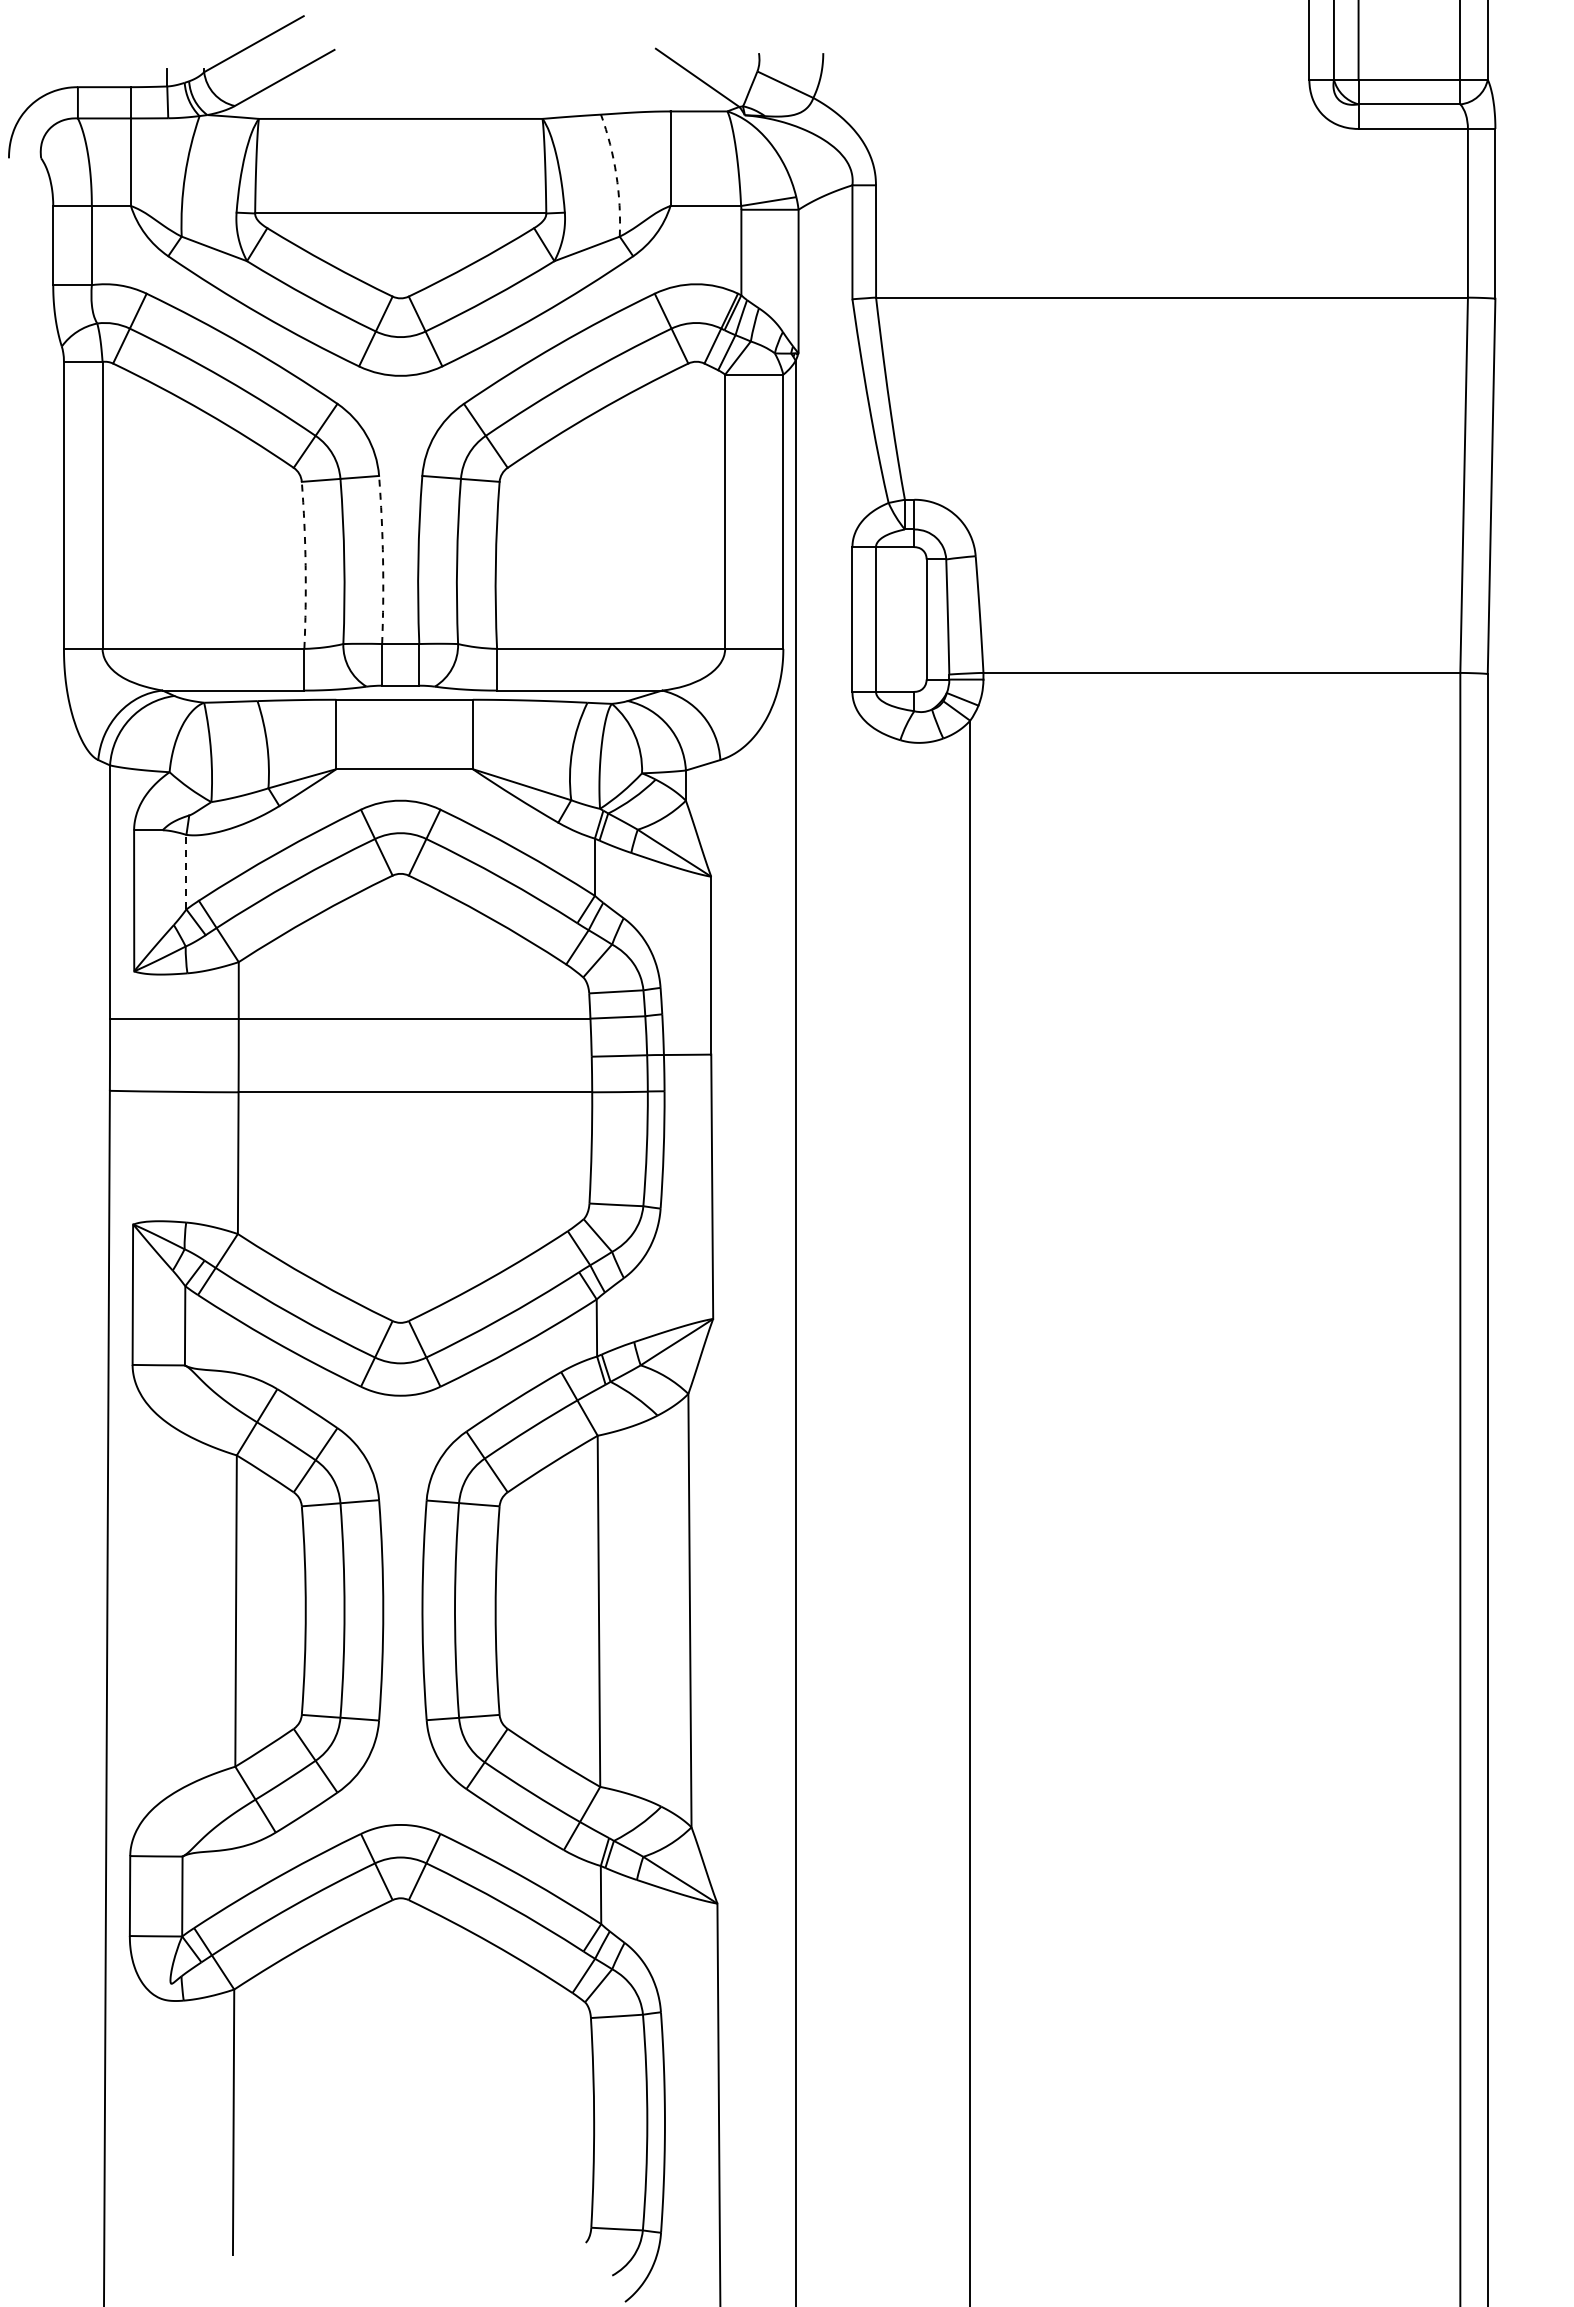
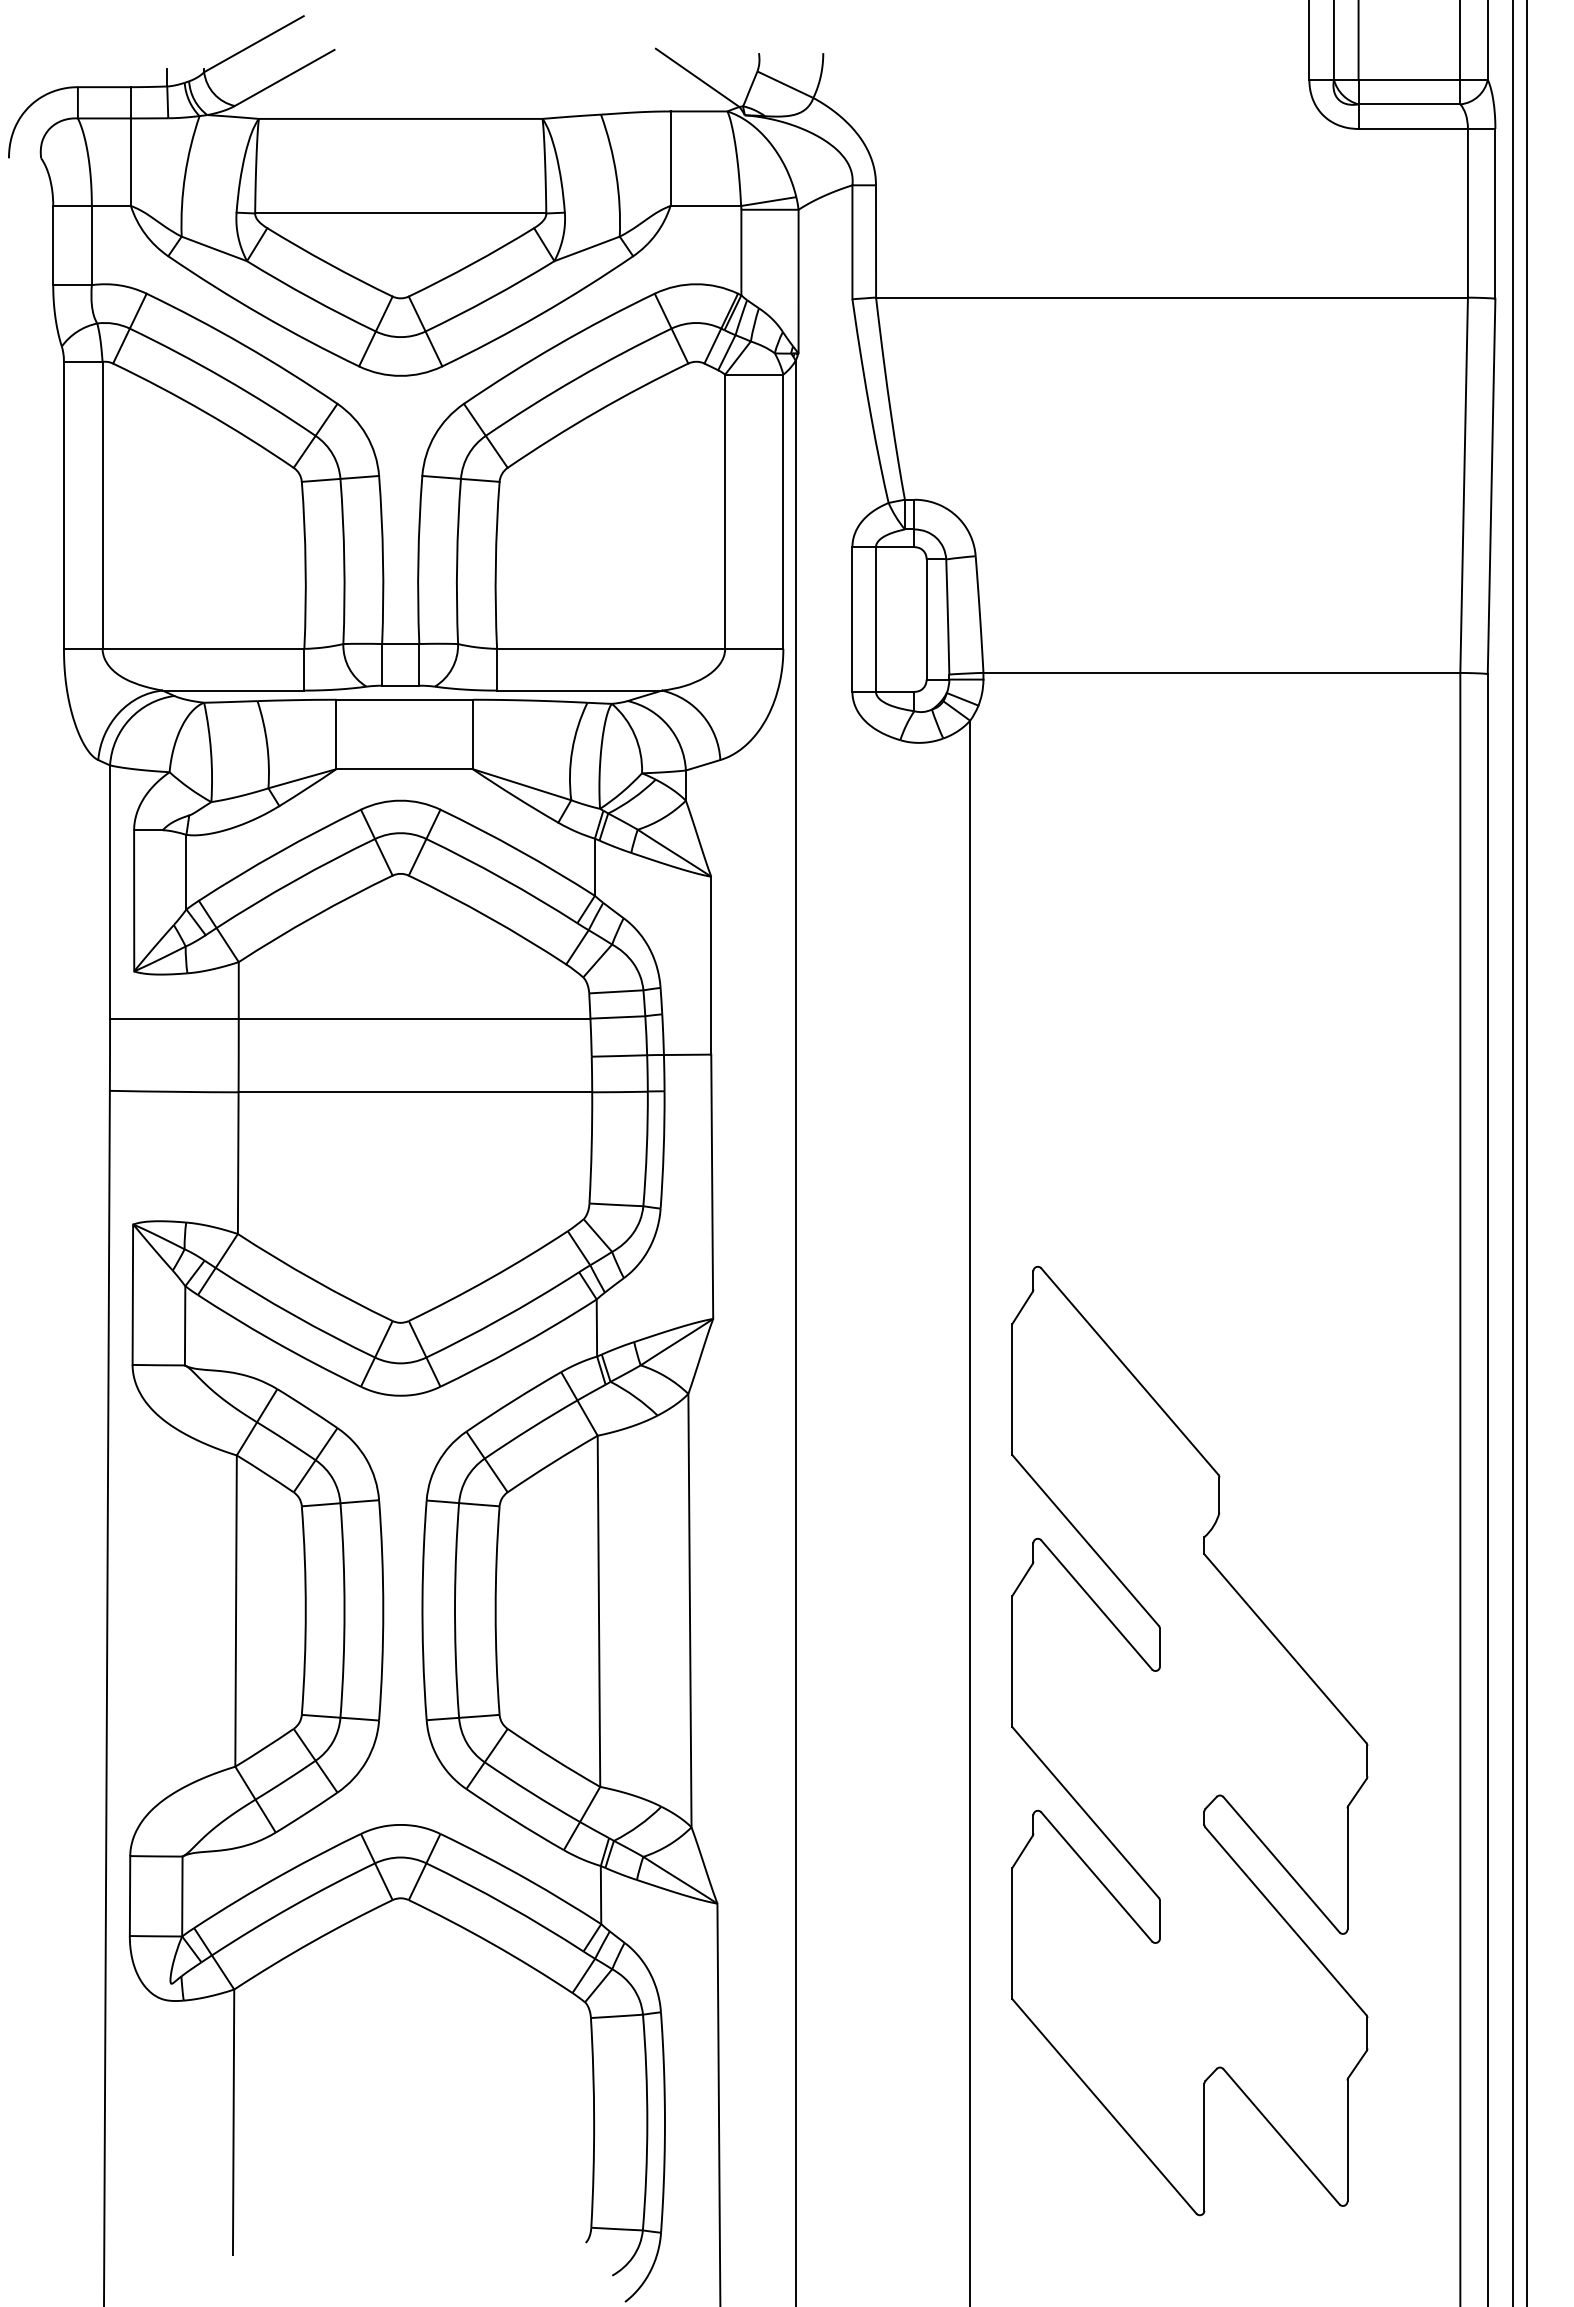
arc at (616, 174): dashed -> solid
arc at (383, 559): dashed -> solid
arc at (305, 565): dashed -> solid
line at (186, 871): dashed -> solid
line at (1512, 1152): none -> present
line at (1526, 1152): none -> present
part at (1189, 1741): none -> present
